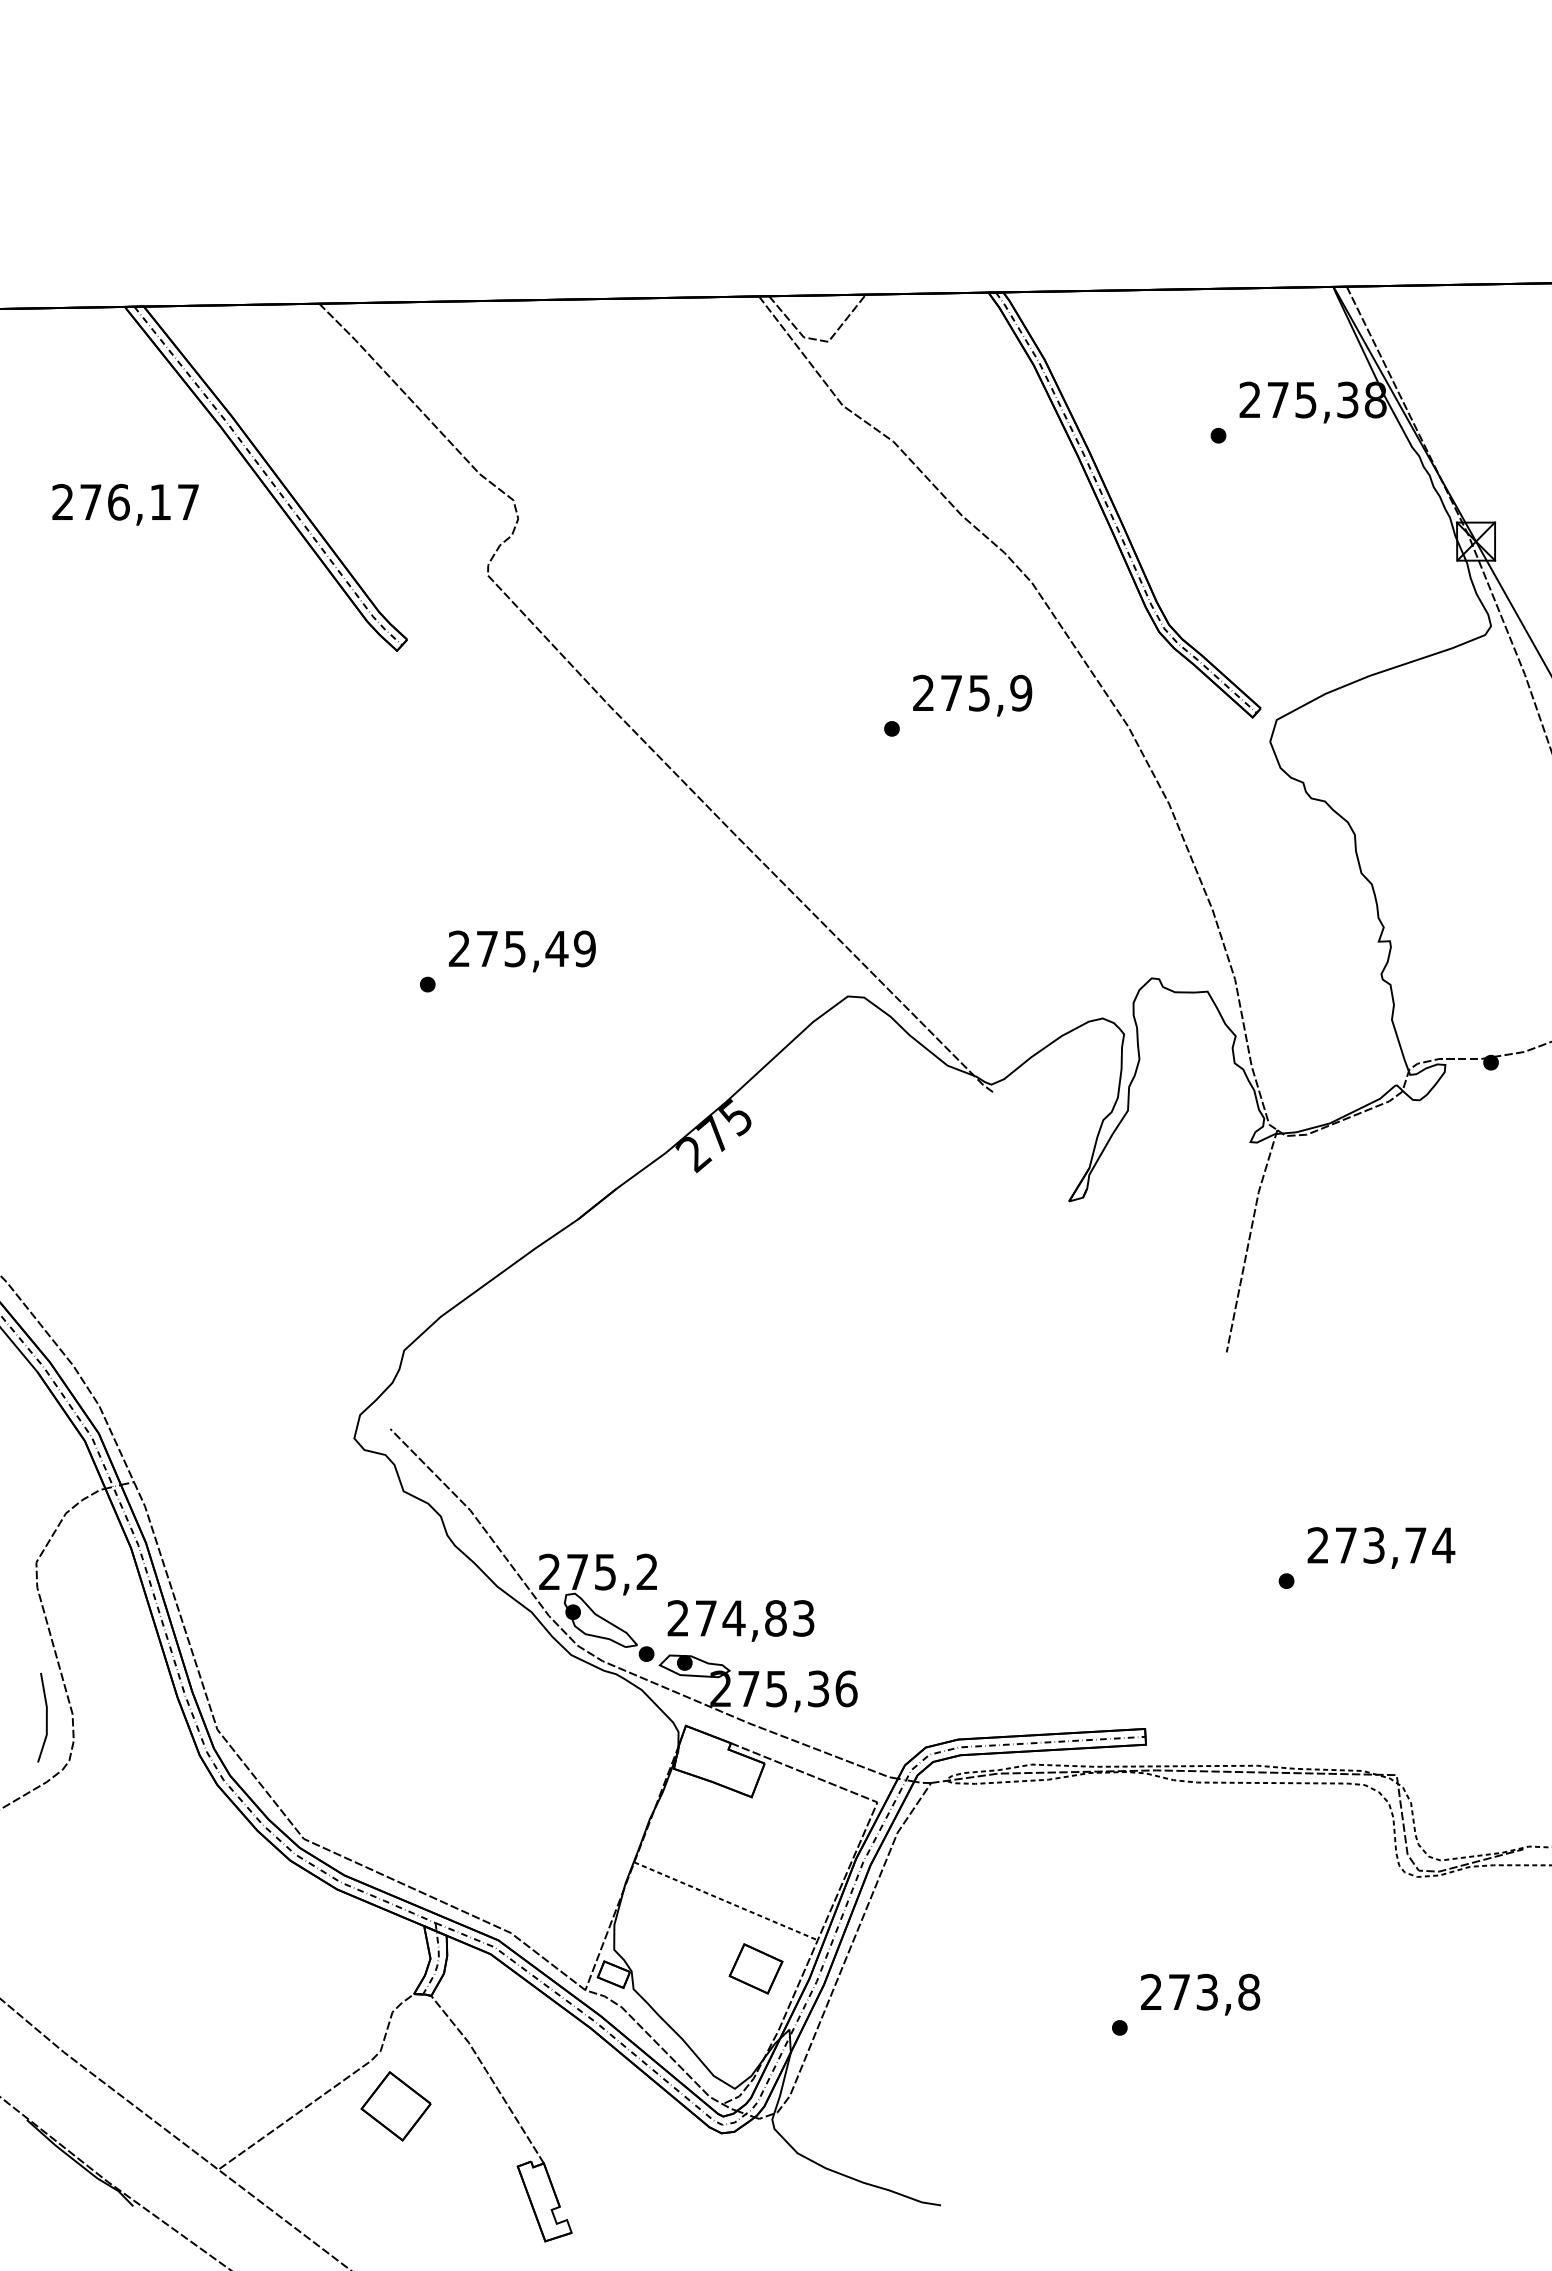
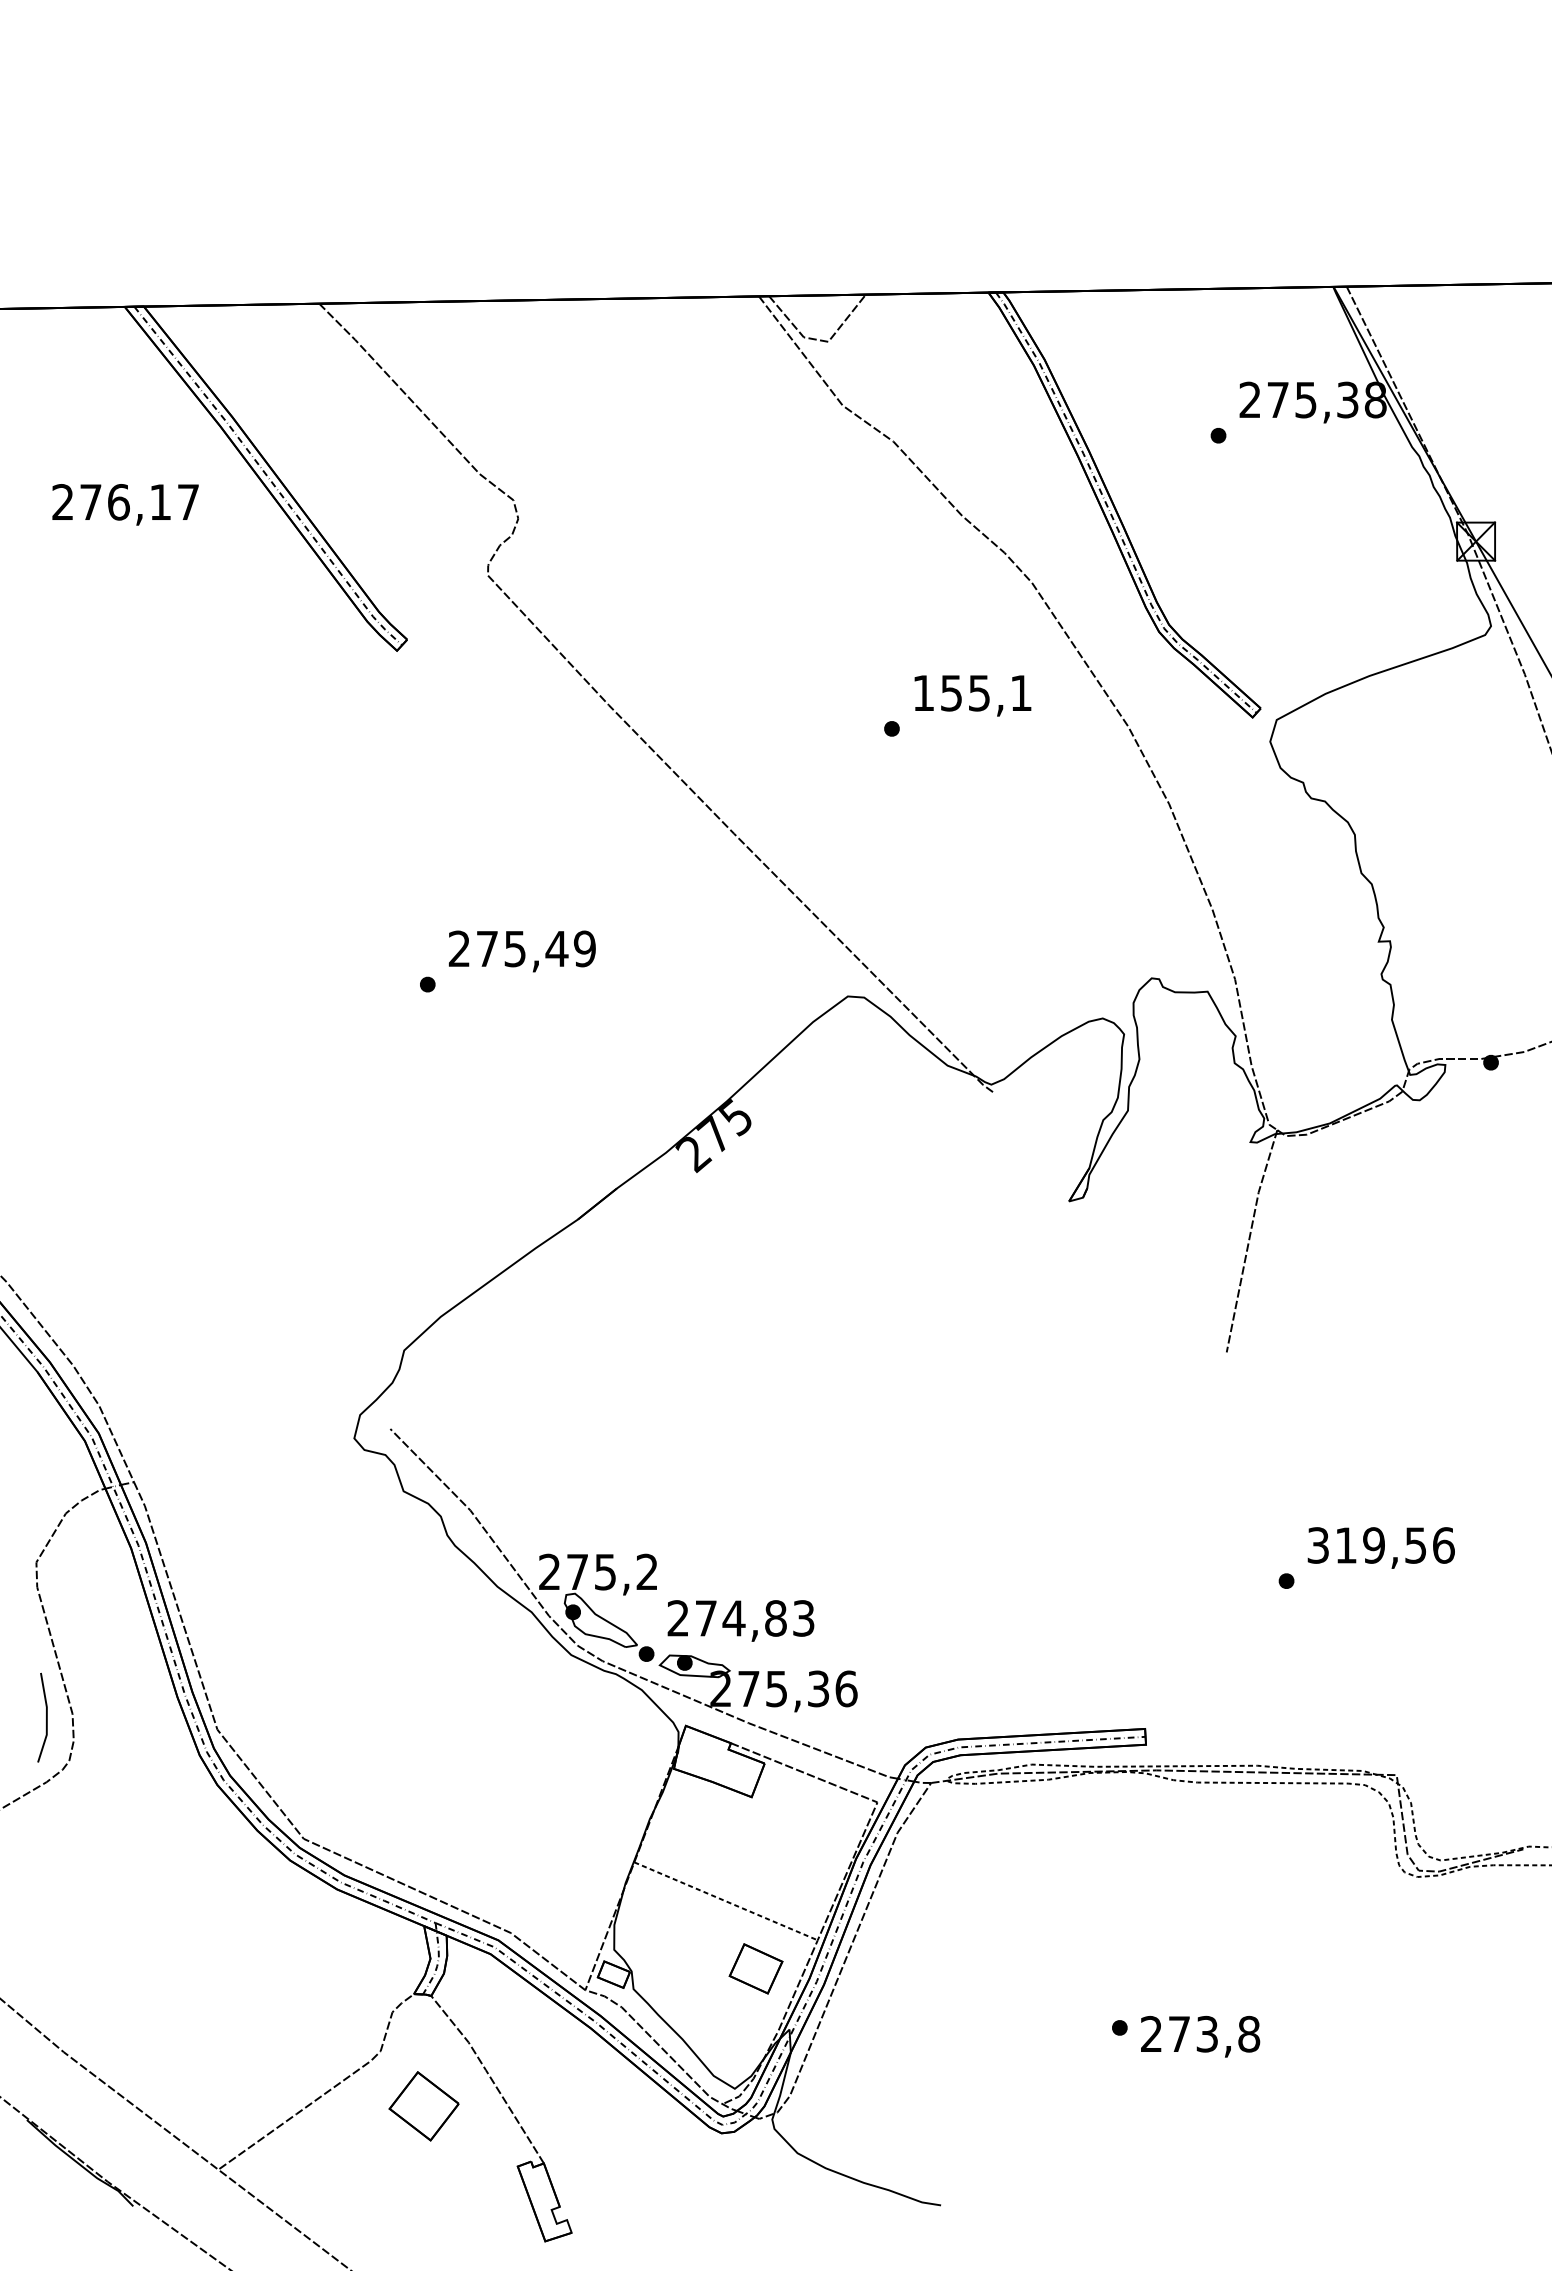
text at (972, 692): 275,9 -> 155,1
text at (1381, 1545): 273,74 -> 319,56
text at (1200, 1994) position: (1200, 1994) -> (1200, 2036)
part at (395, 2106) position: (395, 2106) -> (423, 2106)
